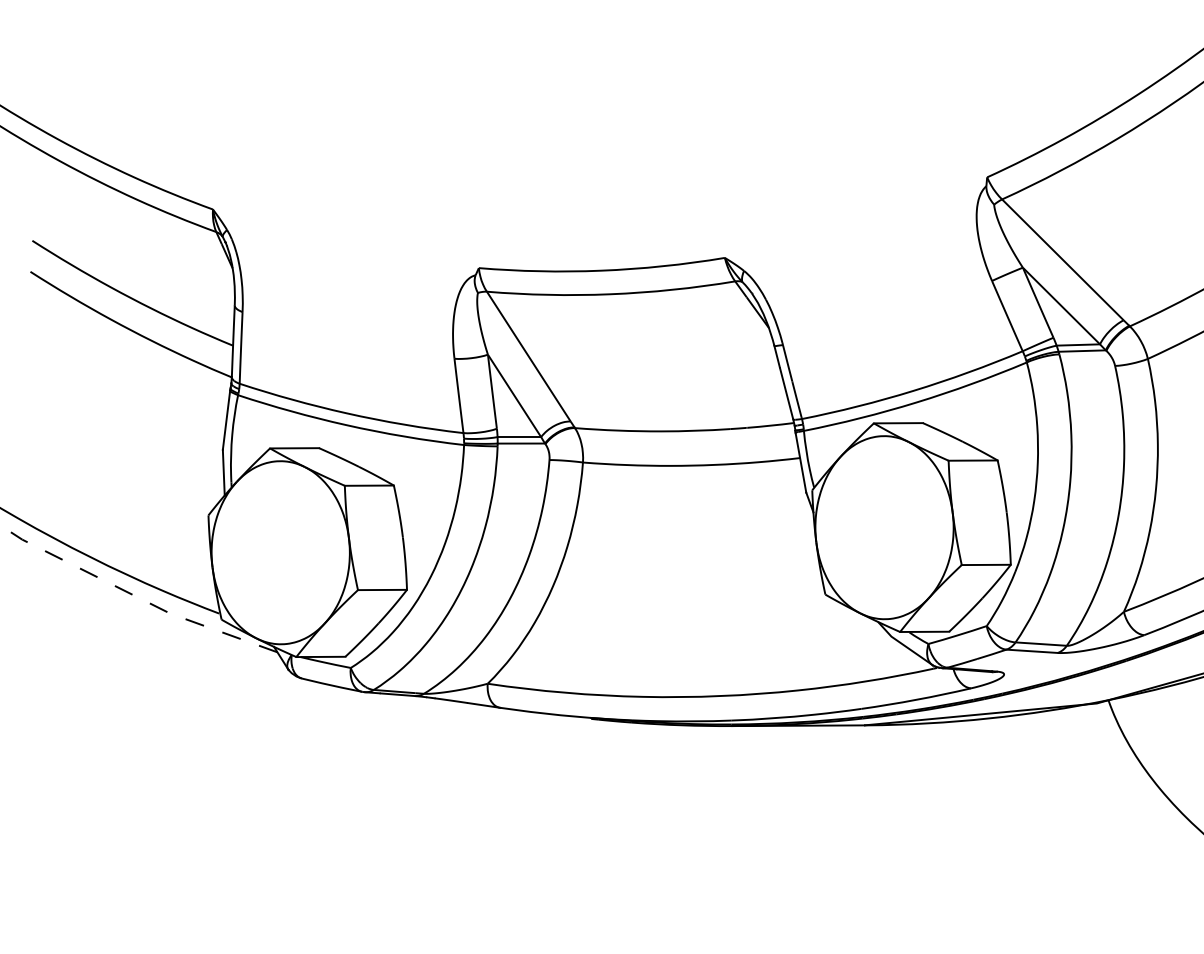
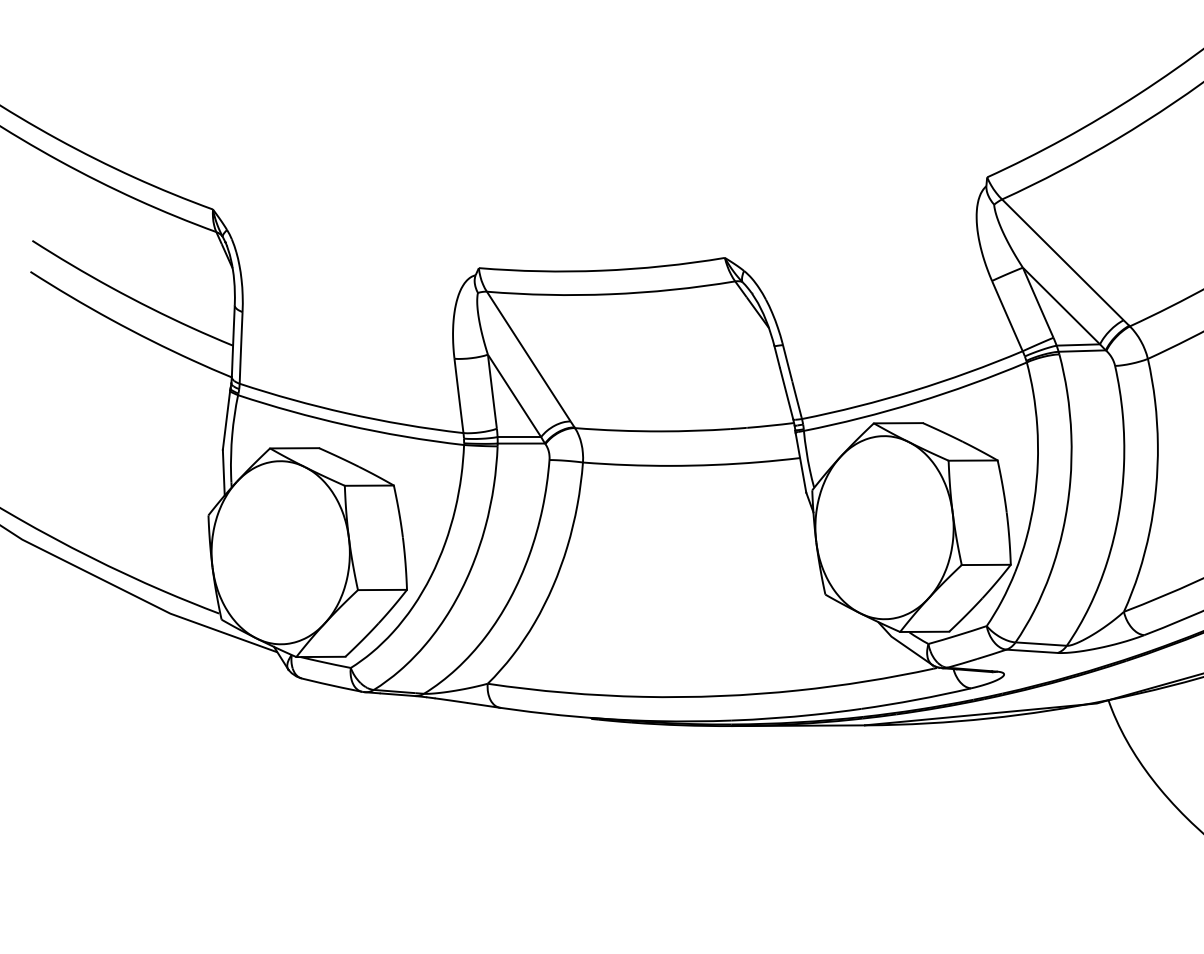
line at (135, 596): dashed -> solid
